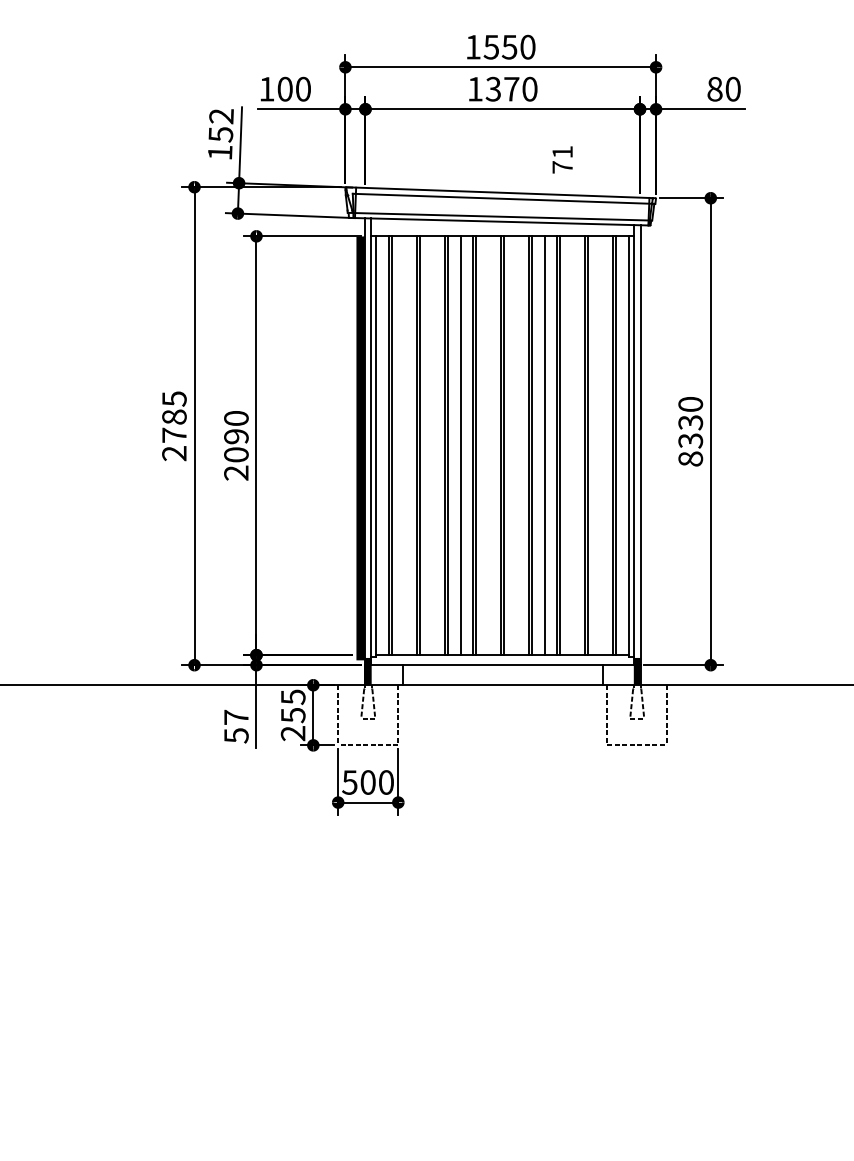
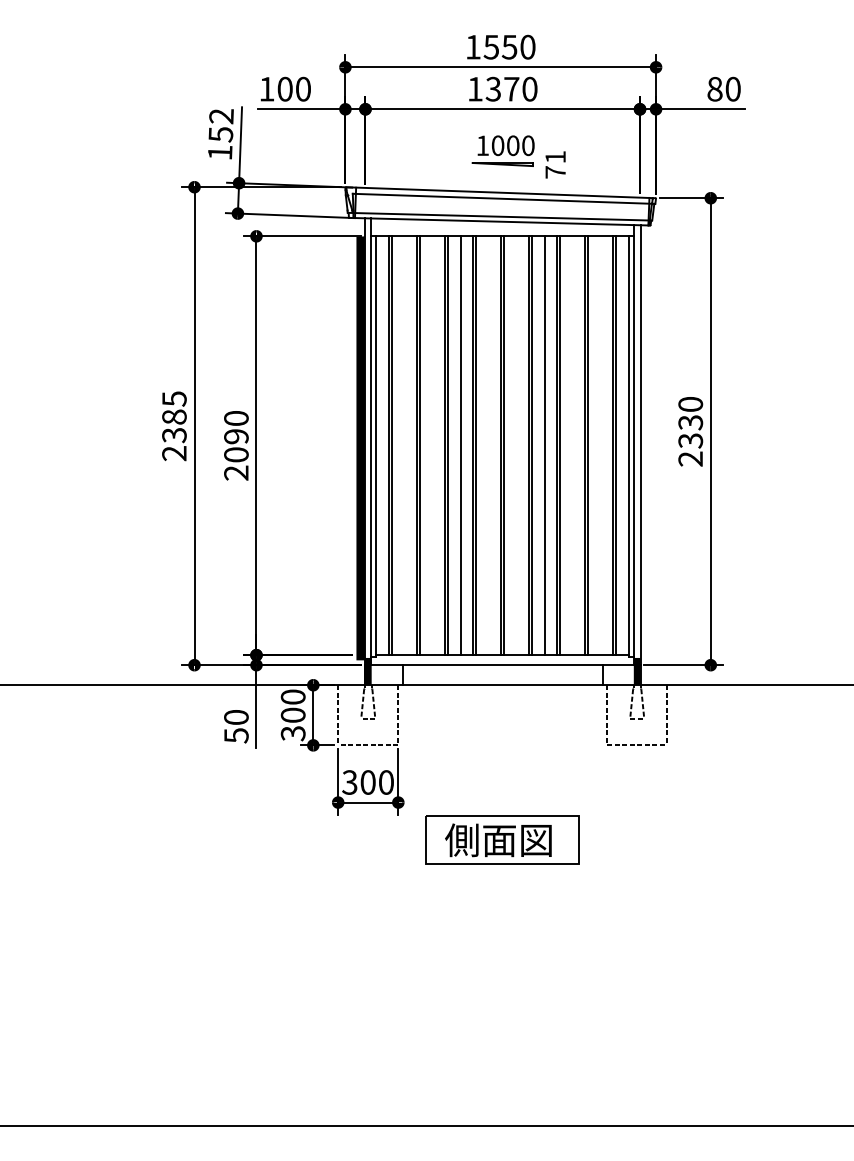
part at (502, 150): none -> present
text at (562, 159) position: (562, 159) -> (555, 164)
text at (174, 435): 2785 -> 2385
text at (690, 458): 8330 -> 2330
text at (292, 715): 255 -> 300
text at (236, 716): 57 -> 50
text at (349, 782): 500 -> 300
part at (502, 839): none -> present
line at (426, 1126): none -> present
